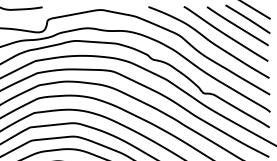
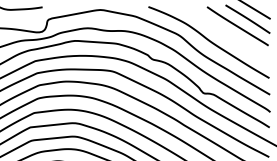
line at (225, 33): present -> none
